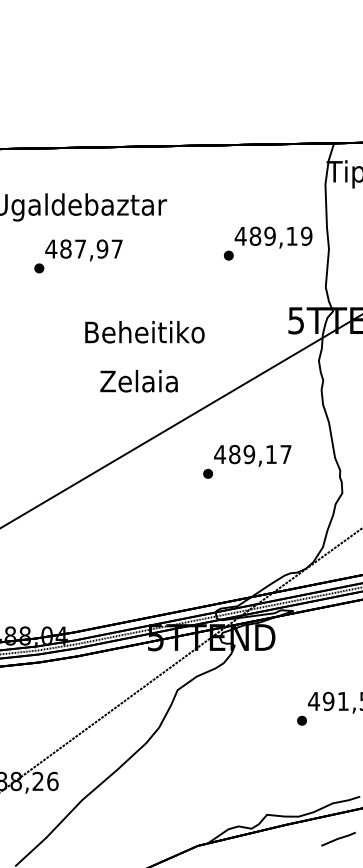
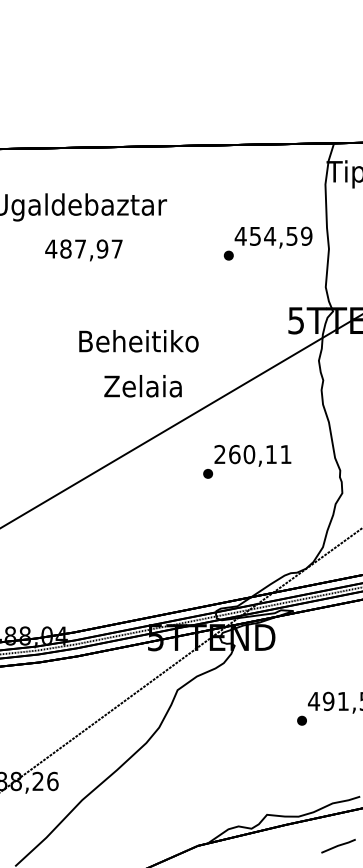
text at (273, 235): 489,19 -> 454,59
part at (39, 268): present -> none
text at (144, 332) position: (144, 332) -> (138, 341)
text at (138, 381) position: (138, 381) -> (142, 386)
text at (252, 454): 489,17 -> 260,11
line at (338, 838) position: (338, 838) -> (338, 845)
